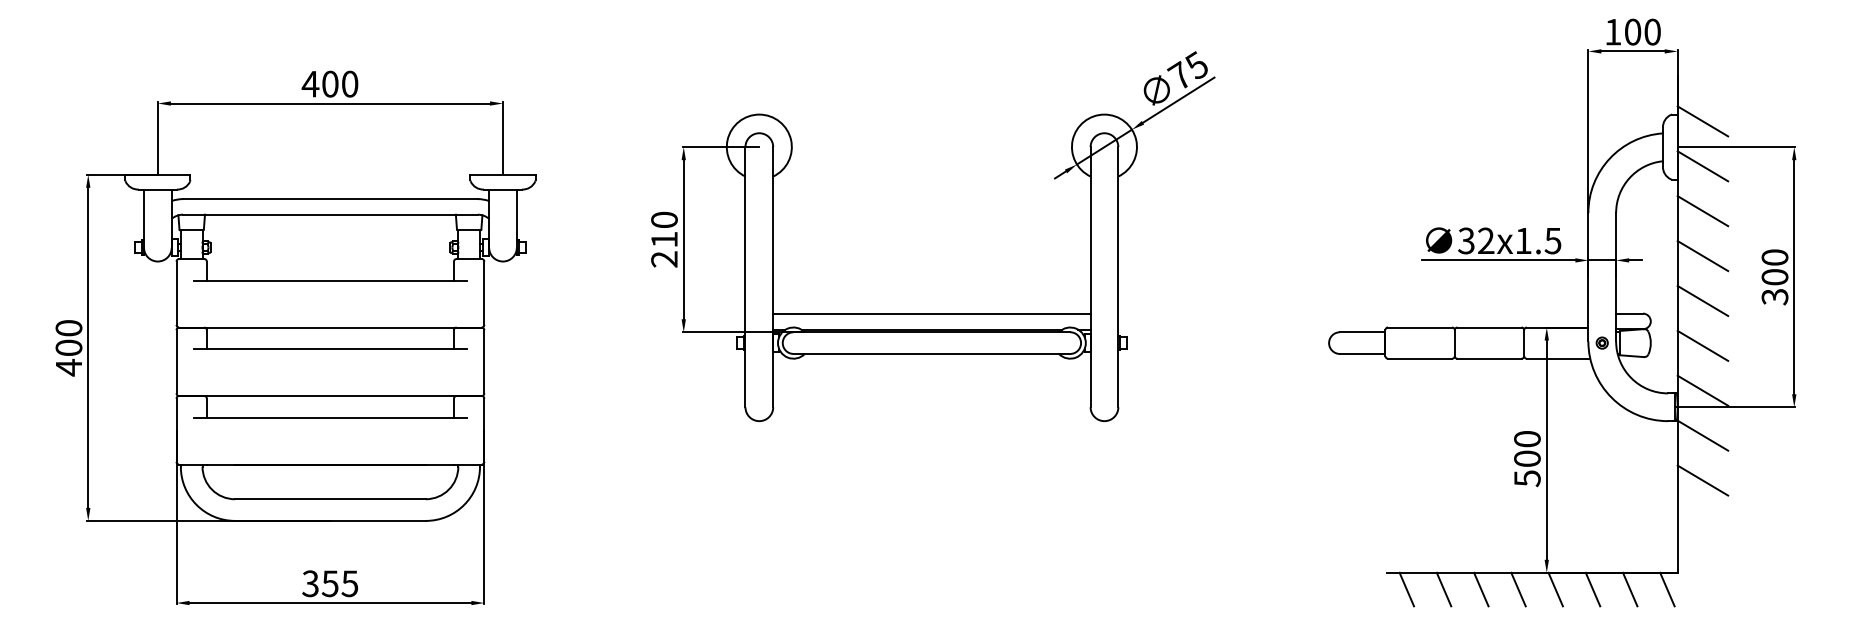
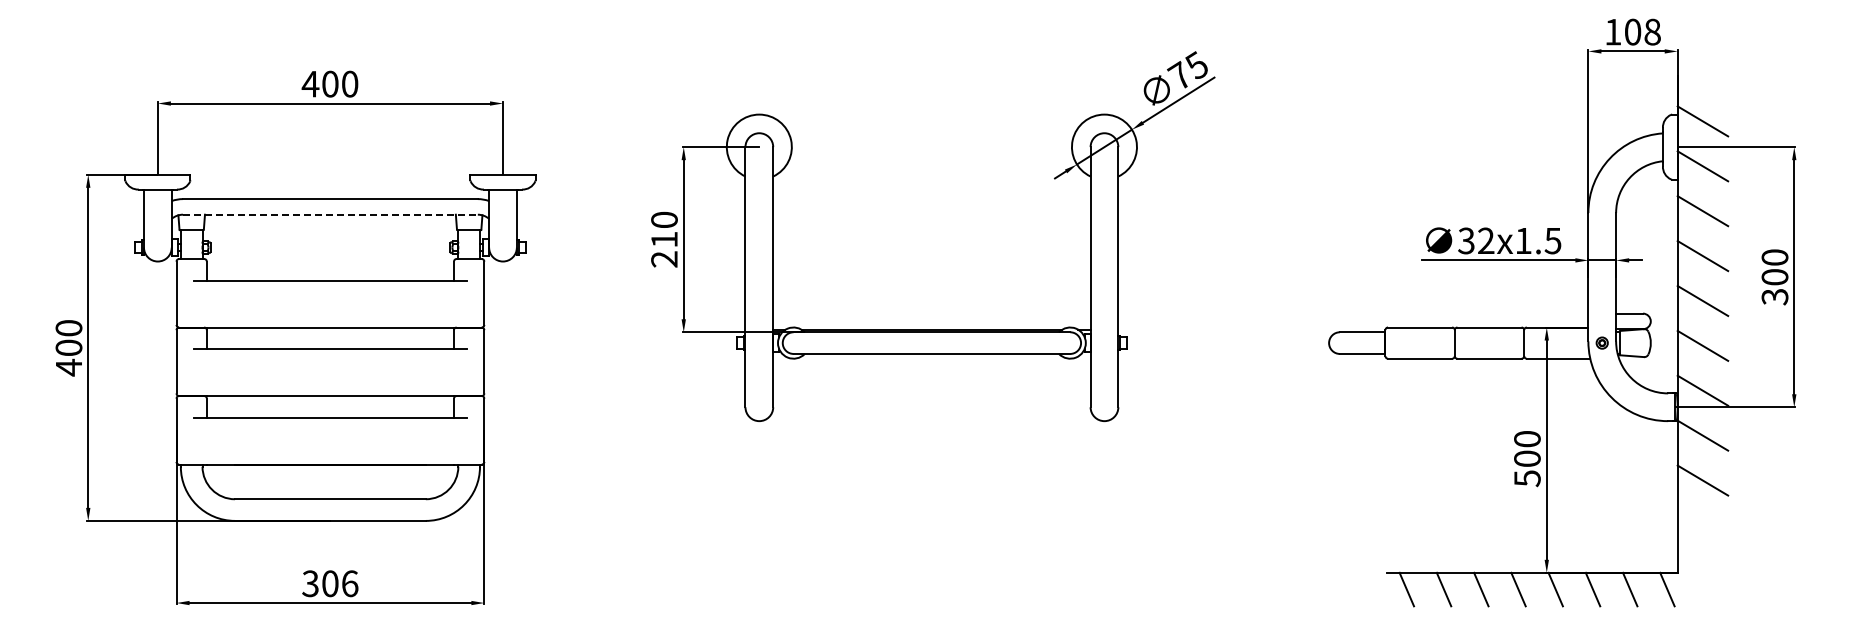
text at (1652, 32): 100 -> 108
line at (330, 214): solid -> dashed
line at (931, 313): present -> none
text at (339, 583): 355 -> 306
